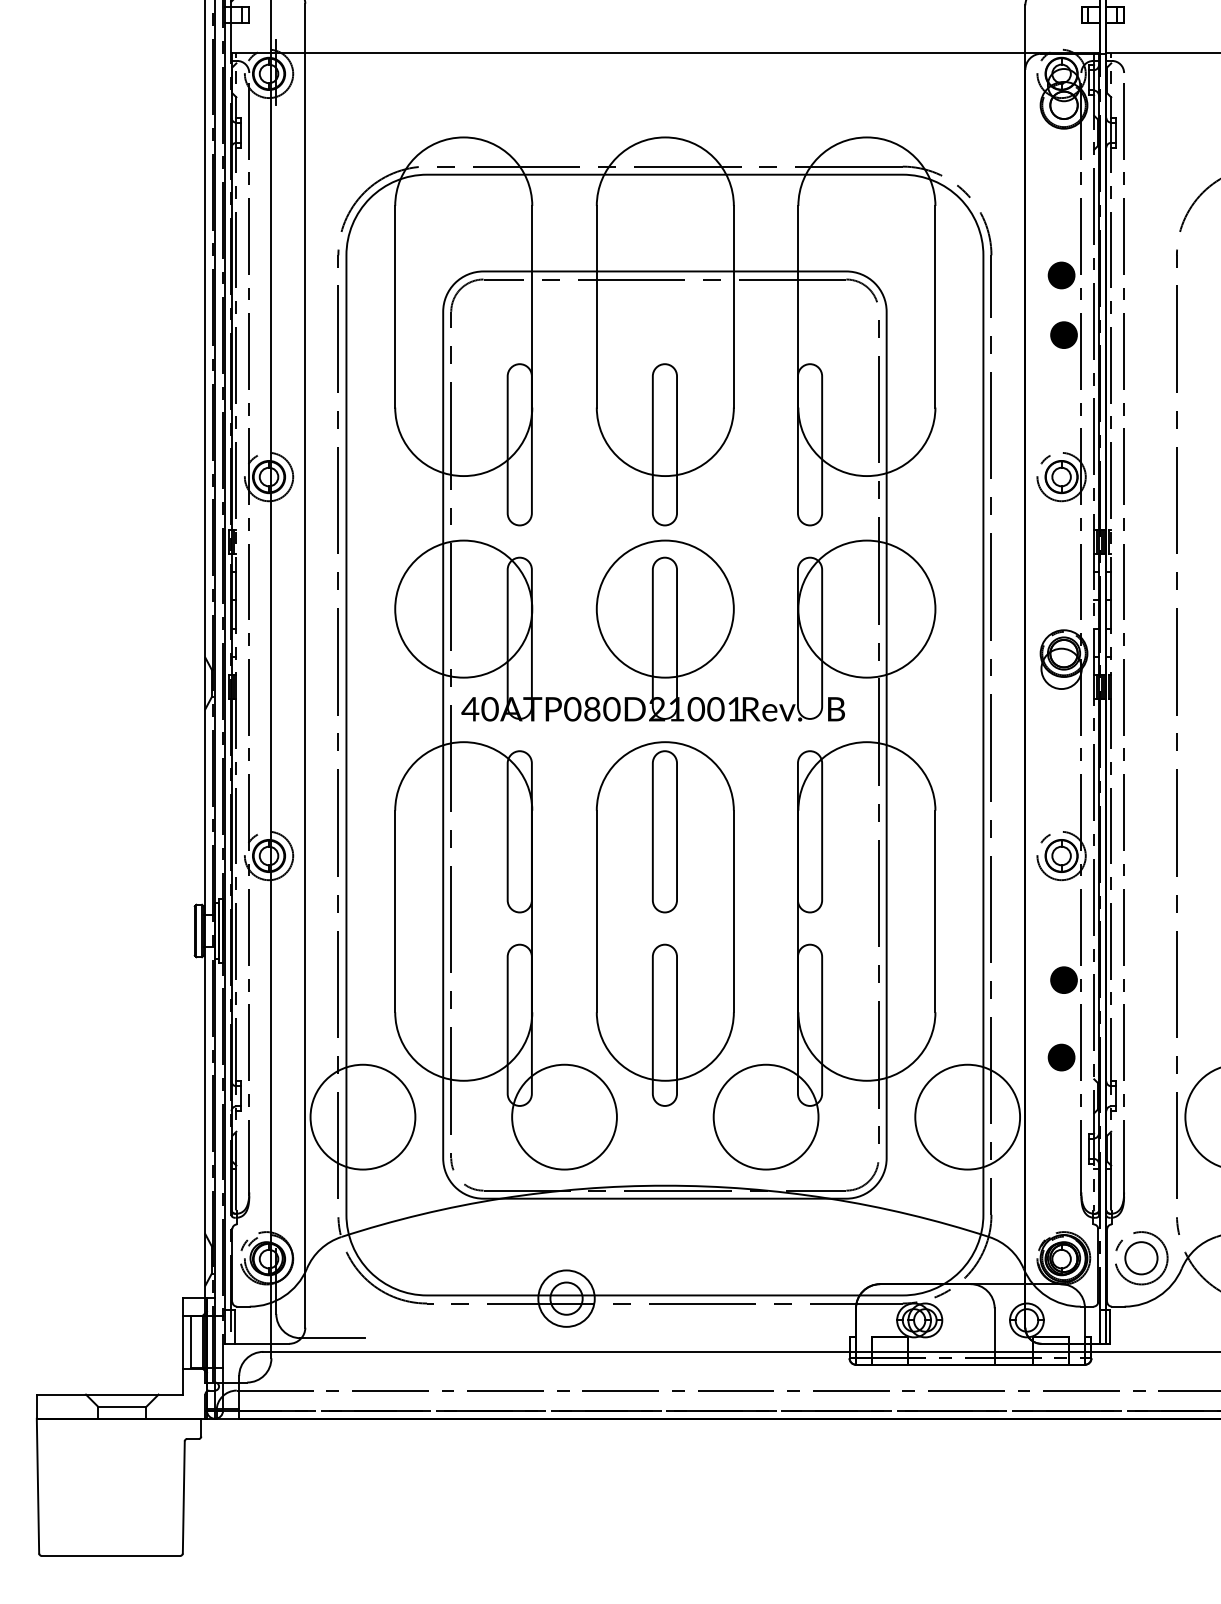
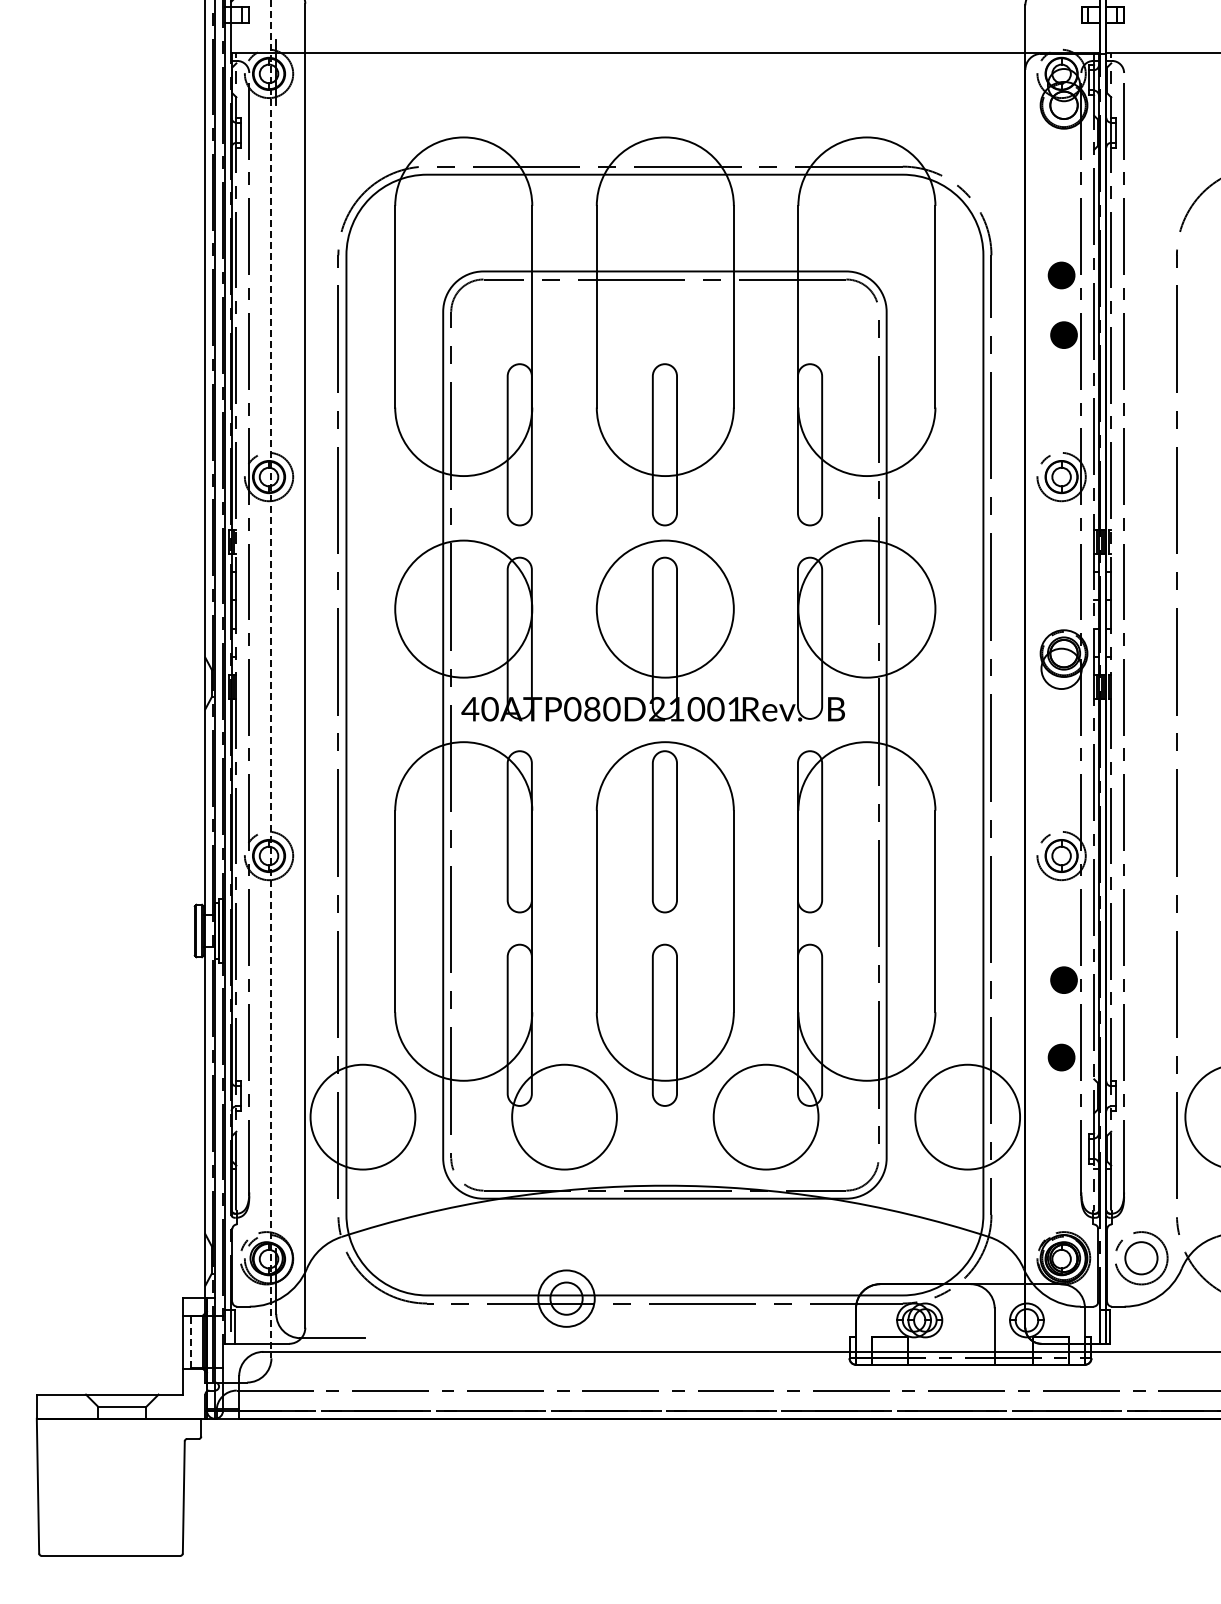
line at (271, 679): solid -> dashed
line at (190, 1341): solid -> dashed
